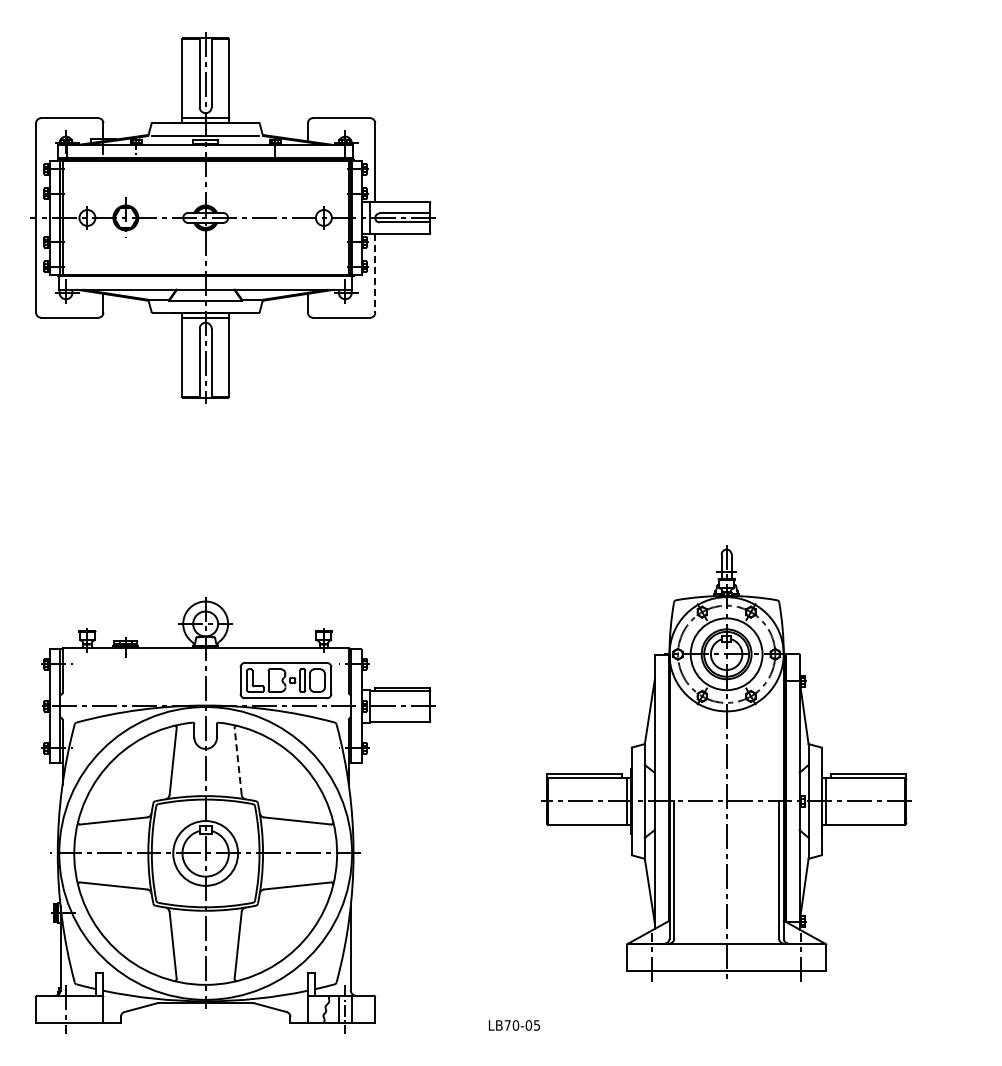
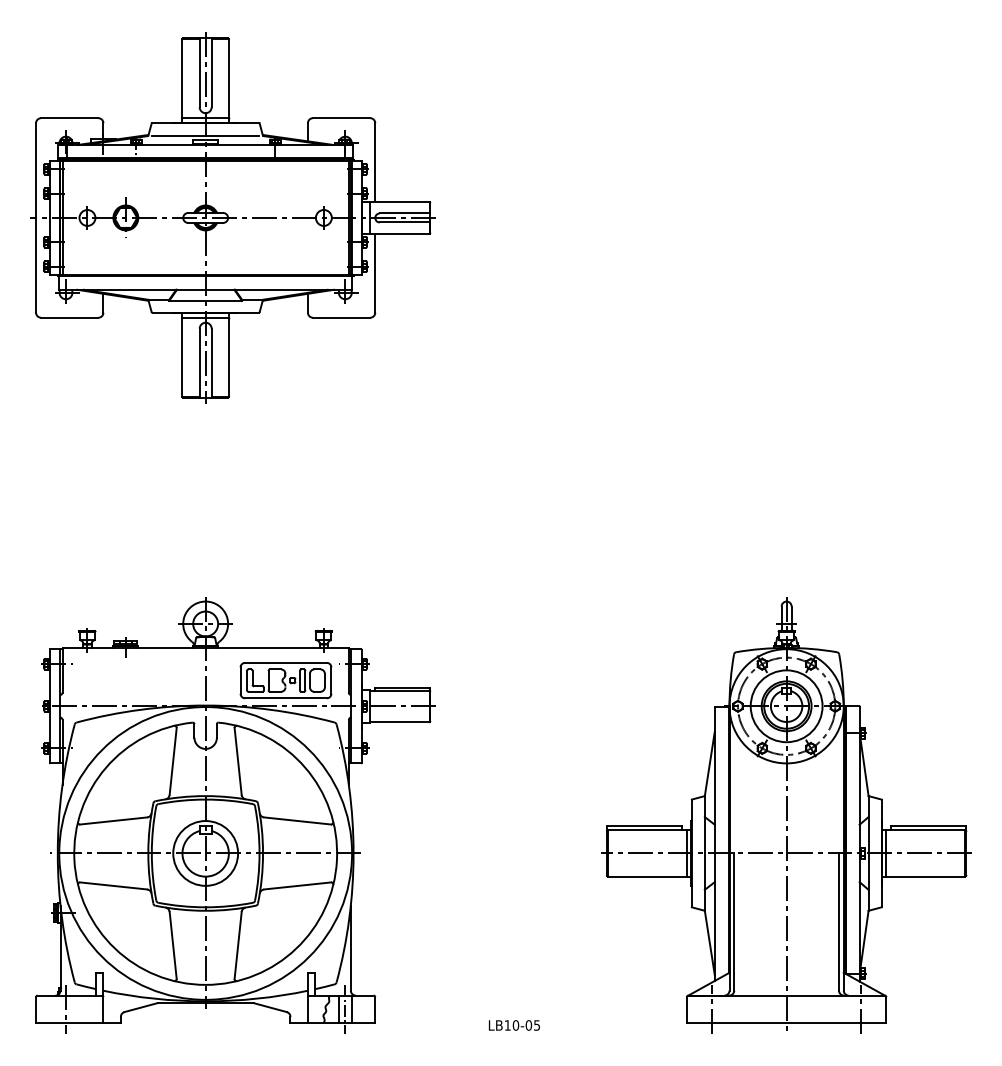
line at (375, 273): dashed -> solid
line at (238, 761): dashed -> solid
part at (726, 763) position: (726, 763) -> (786, 815)
text at (507, 1025): LB70-05 -> LB10-05
